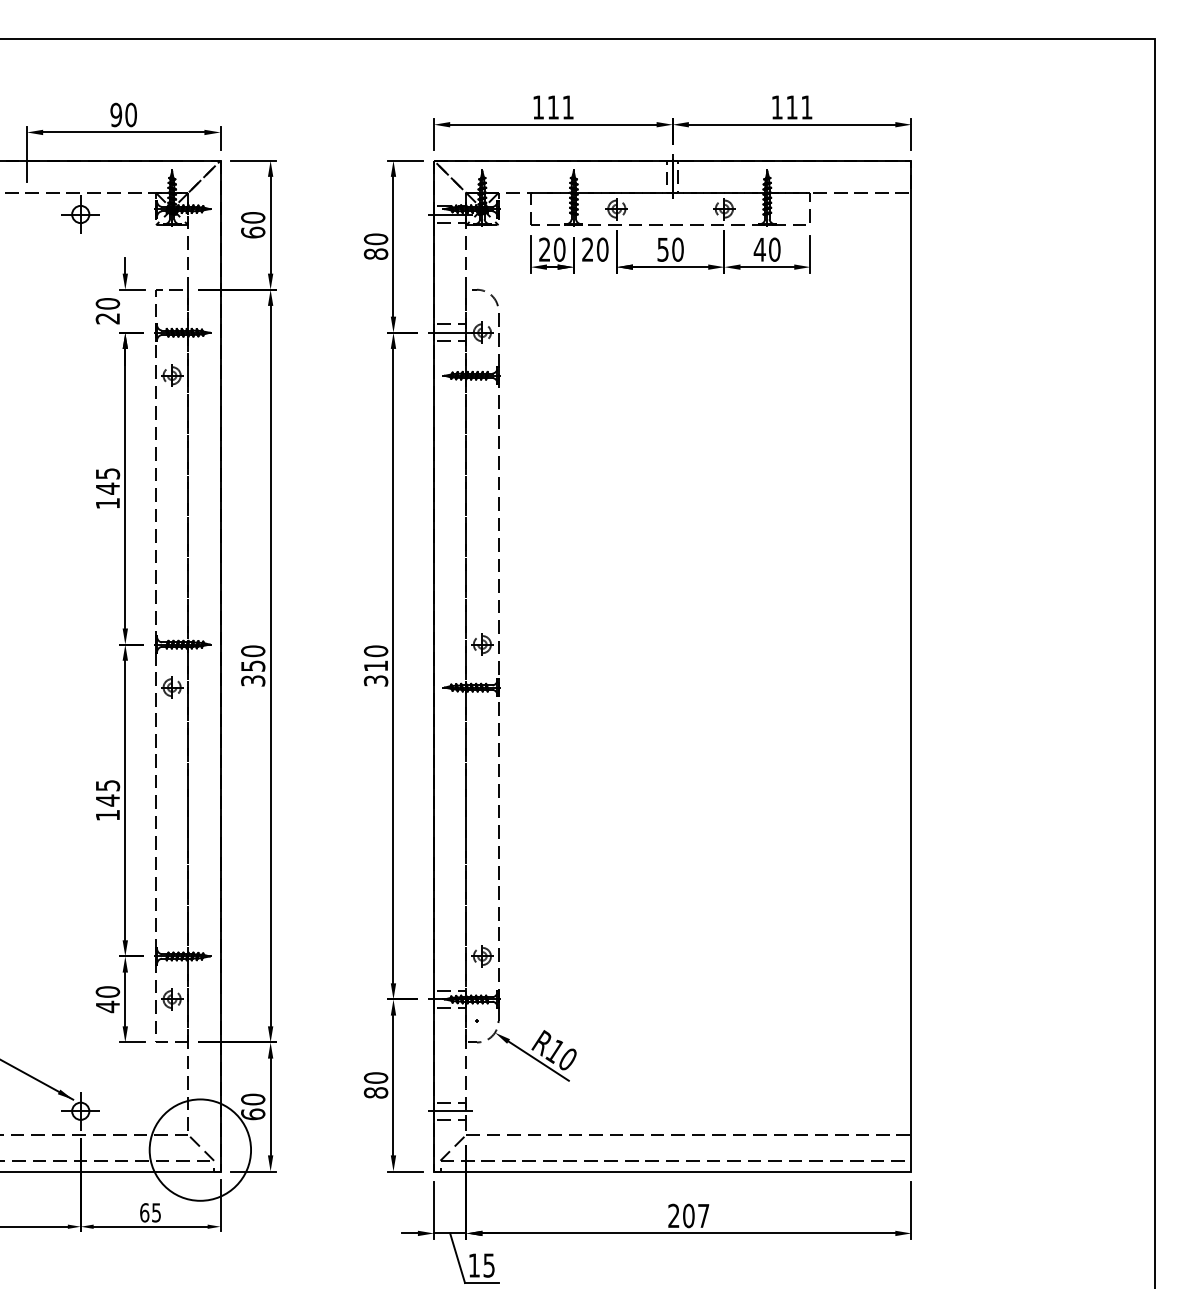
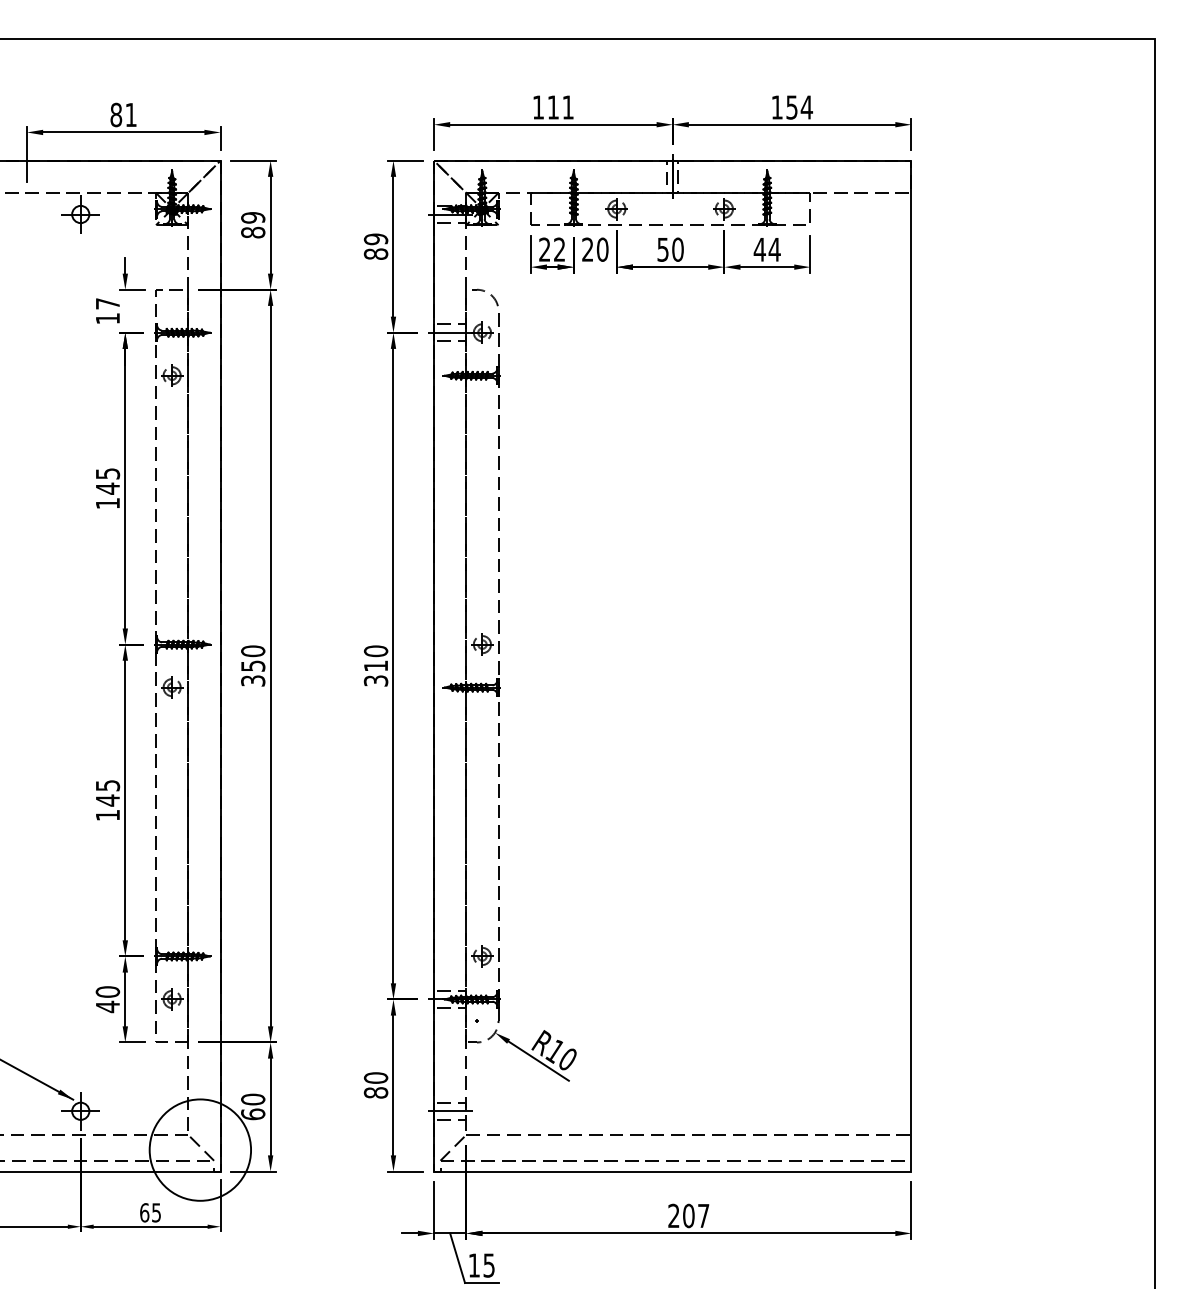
text at (799, 107): 111 -> 154
text at (123, 114): 90 -> 81
text at (253, 225): 60 -> 89
text at (376, 239): 80 -> 89
text at (559, 249): 20 -> 22
text at (774, 249): 40 -> 44
text at (107, 311): 20 -> 17
